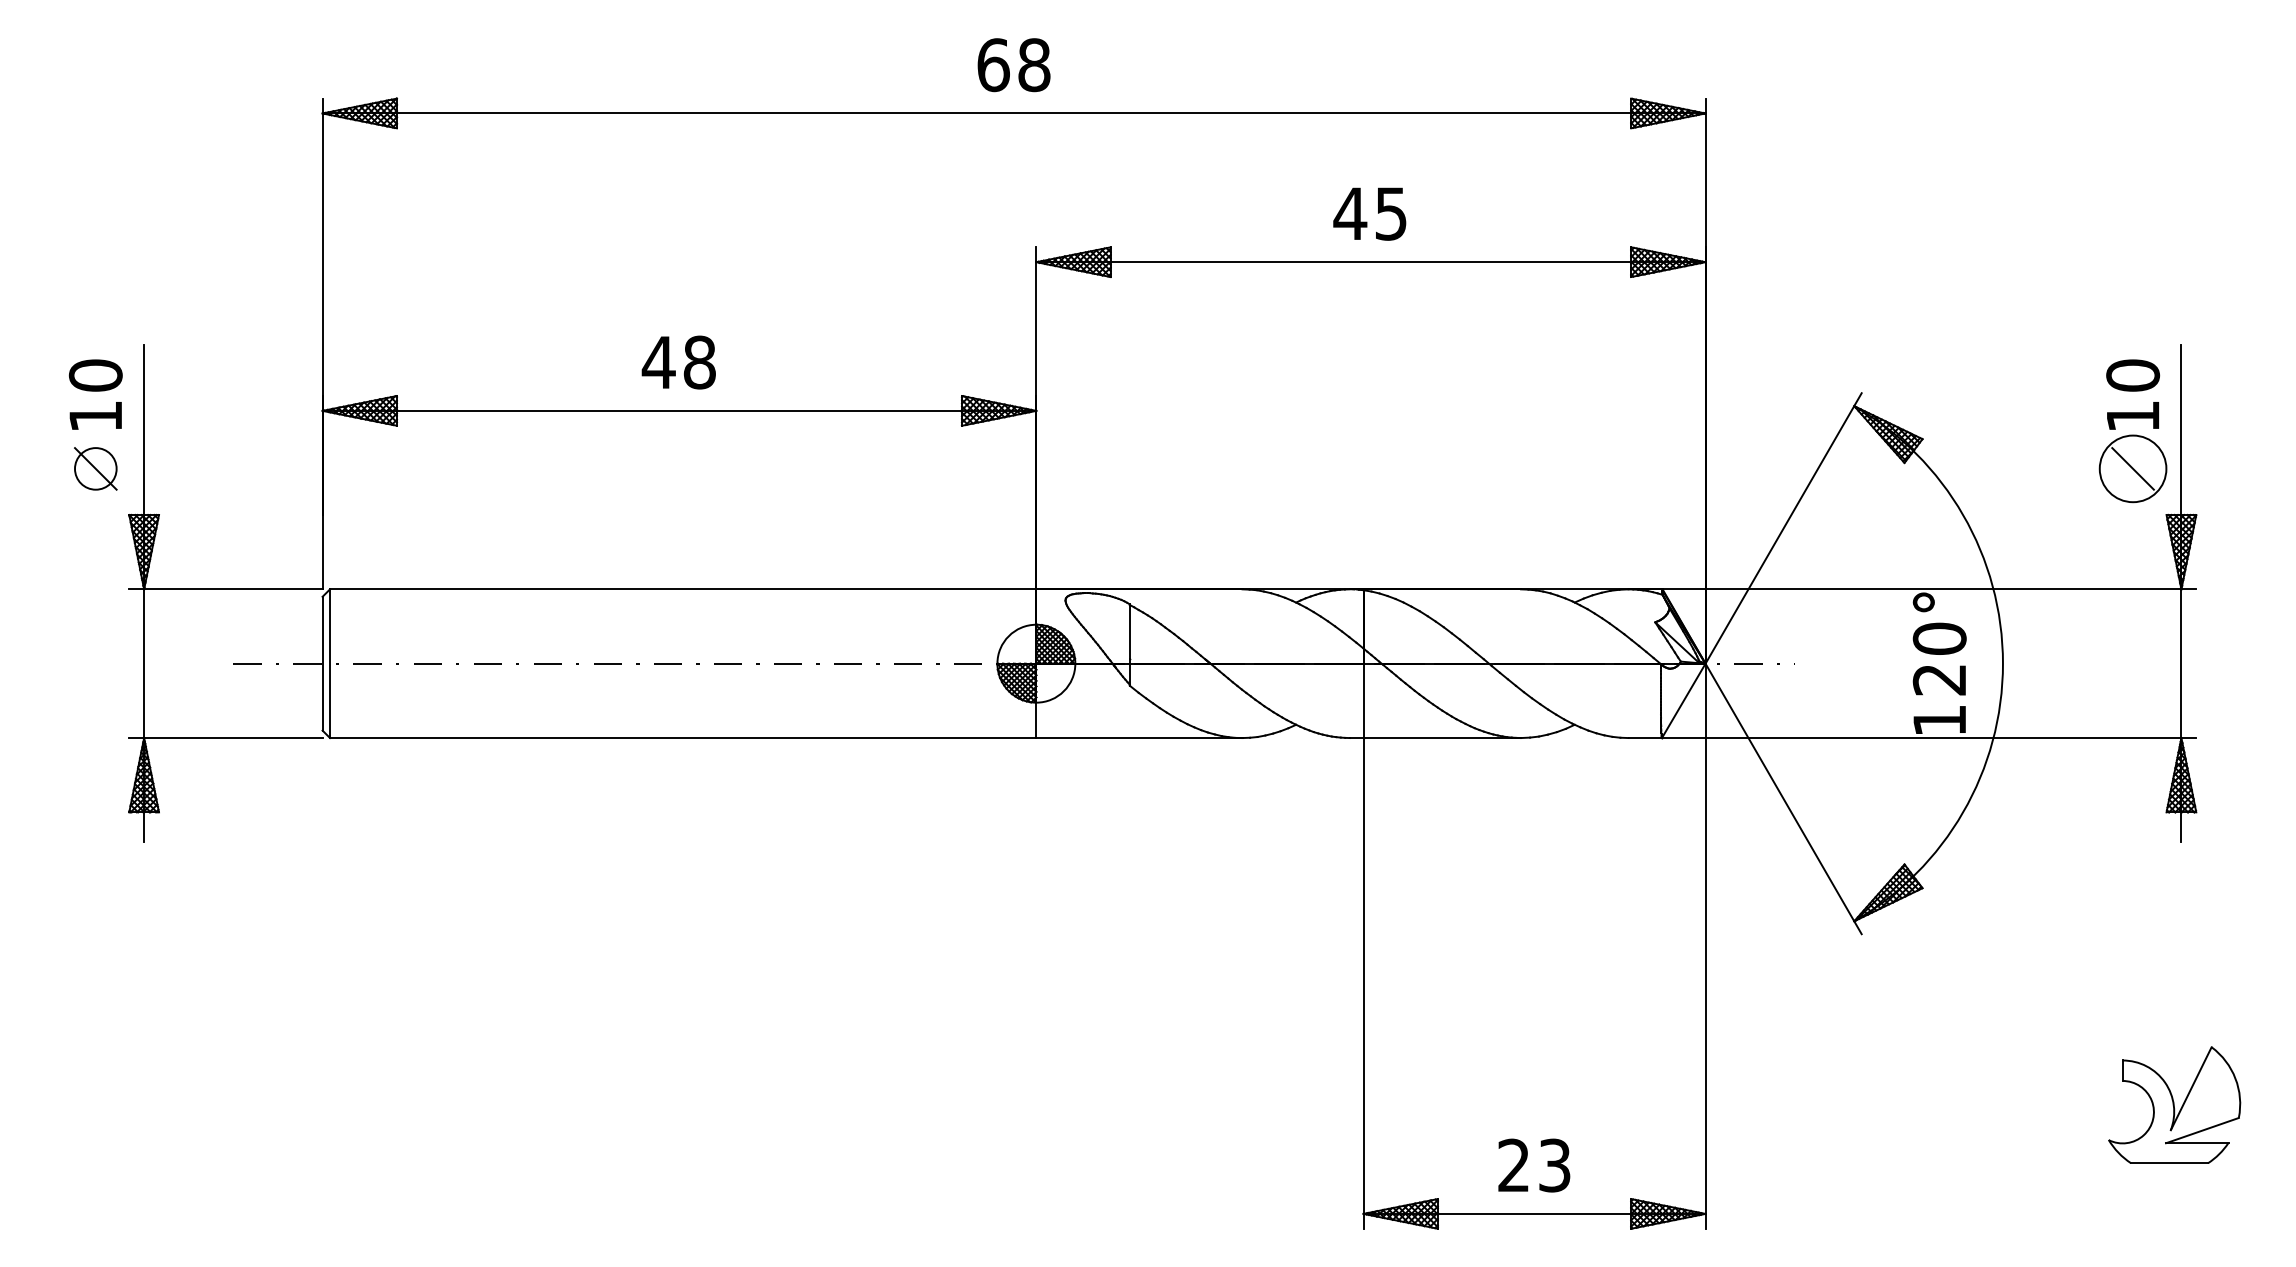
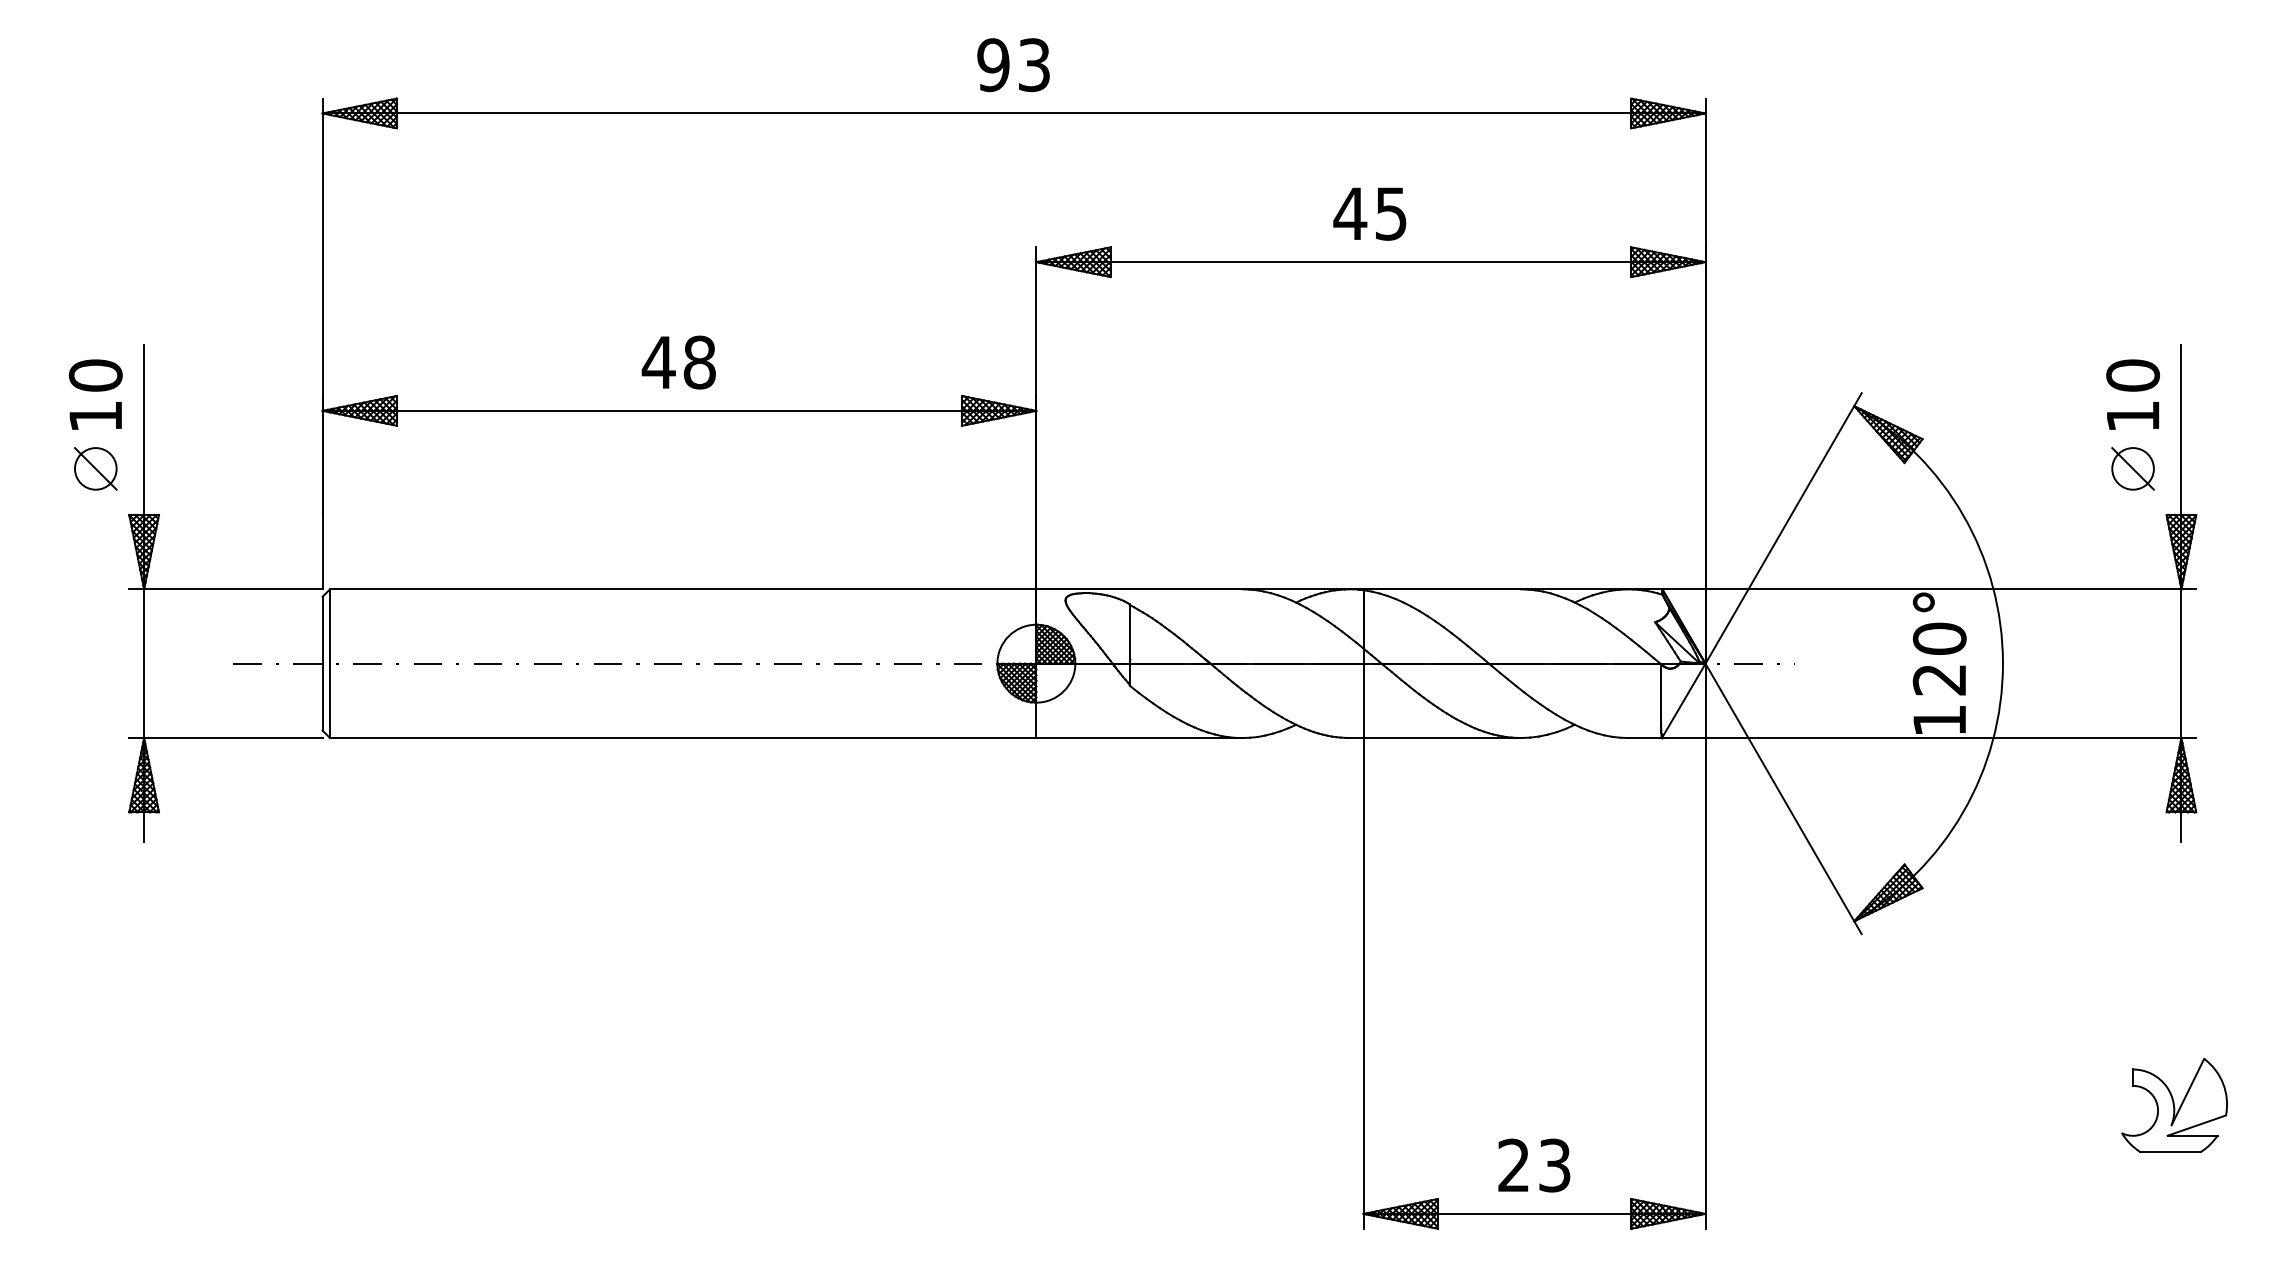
text at (1013, 65): 68 -> 93
circle at (2132, 468) diameter: 67 px -> 42 px
part at (2174, 1104) size: 134x118 px -> 107x95 px
